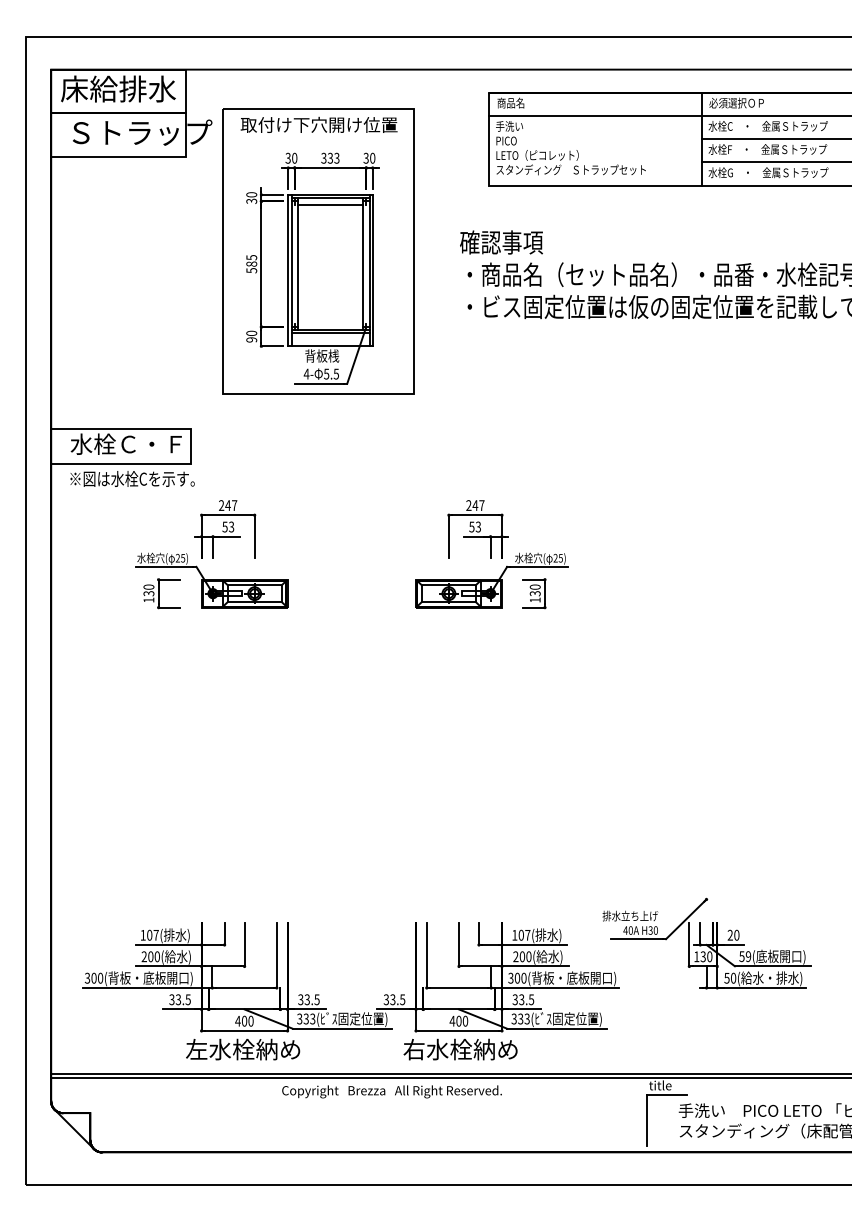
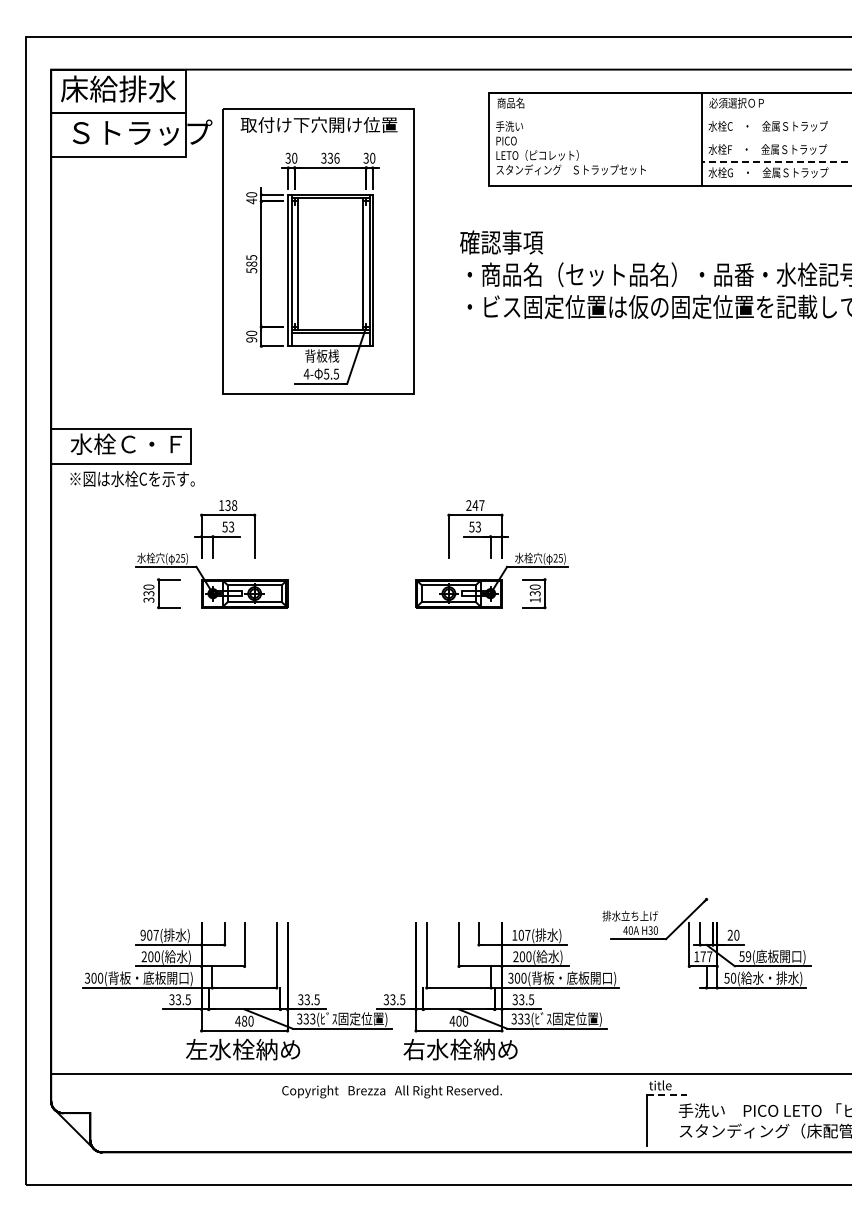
line at (668, 116): present -> none
line at (774, 139): present -> none
text at (336, 157): 333 -> 336
line at (776, 162): solid -> dashed
text at (251, 201): 30 -> 40
line at (330, 204): present -> none
text at (228, 505): 247 -> 138
text at (148, 599): 130 -> 330
text at (142, 934): 107( -> 907(
text at (706, 956): 130 -> 177
text at (244, 1021): 400 -> 480
line at (449, 1077): present -> none
line at (667, 1094): solid -> dashed
